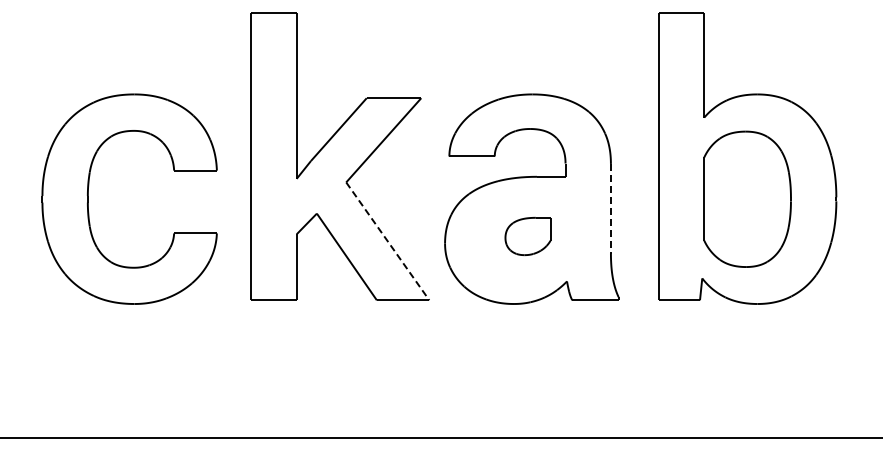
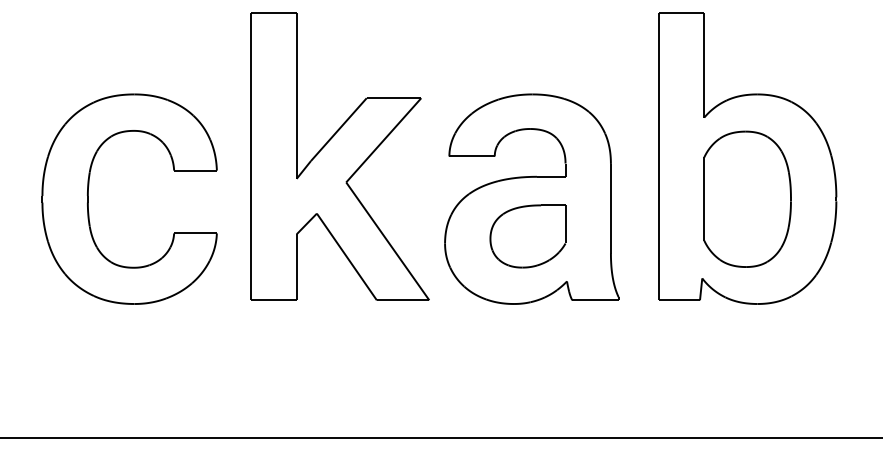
line at (610, 208): dashed -> solid
part at (527, 235) size: 48x40 px -> 78x65 px
line at (388, 241): dashed -> solid
